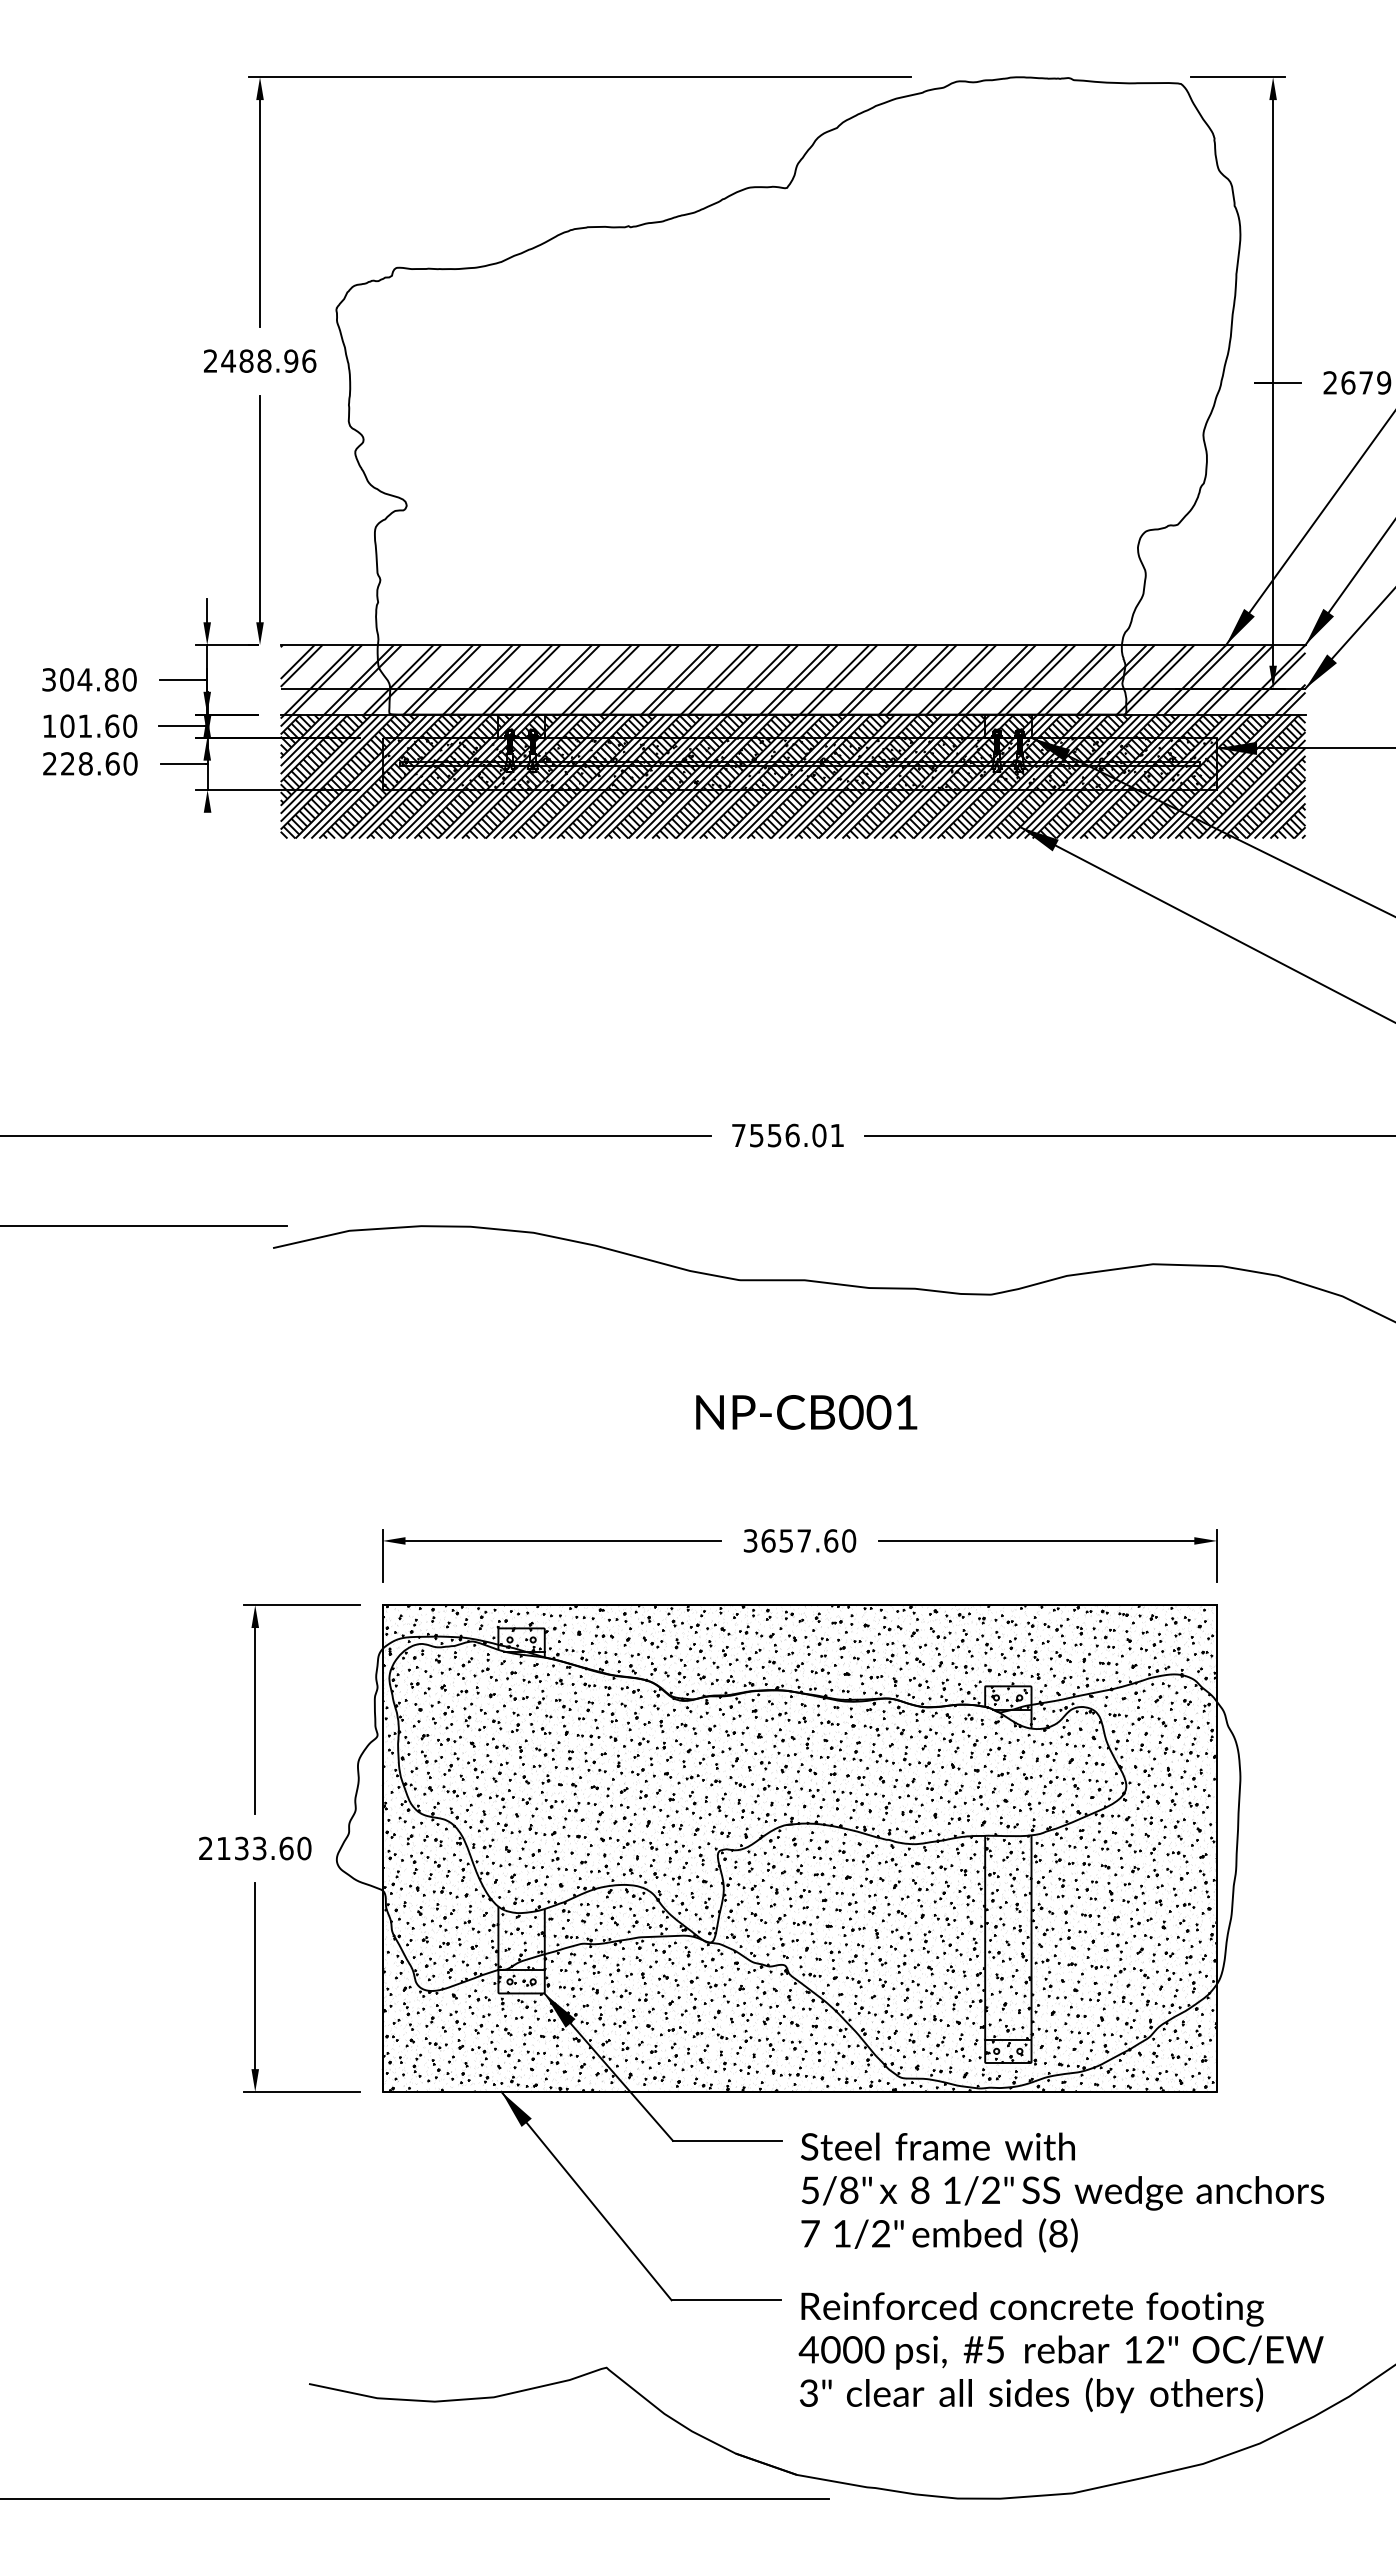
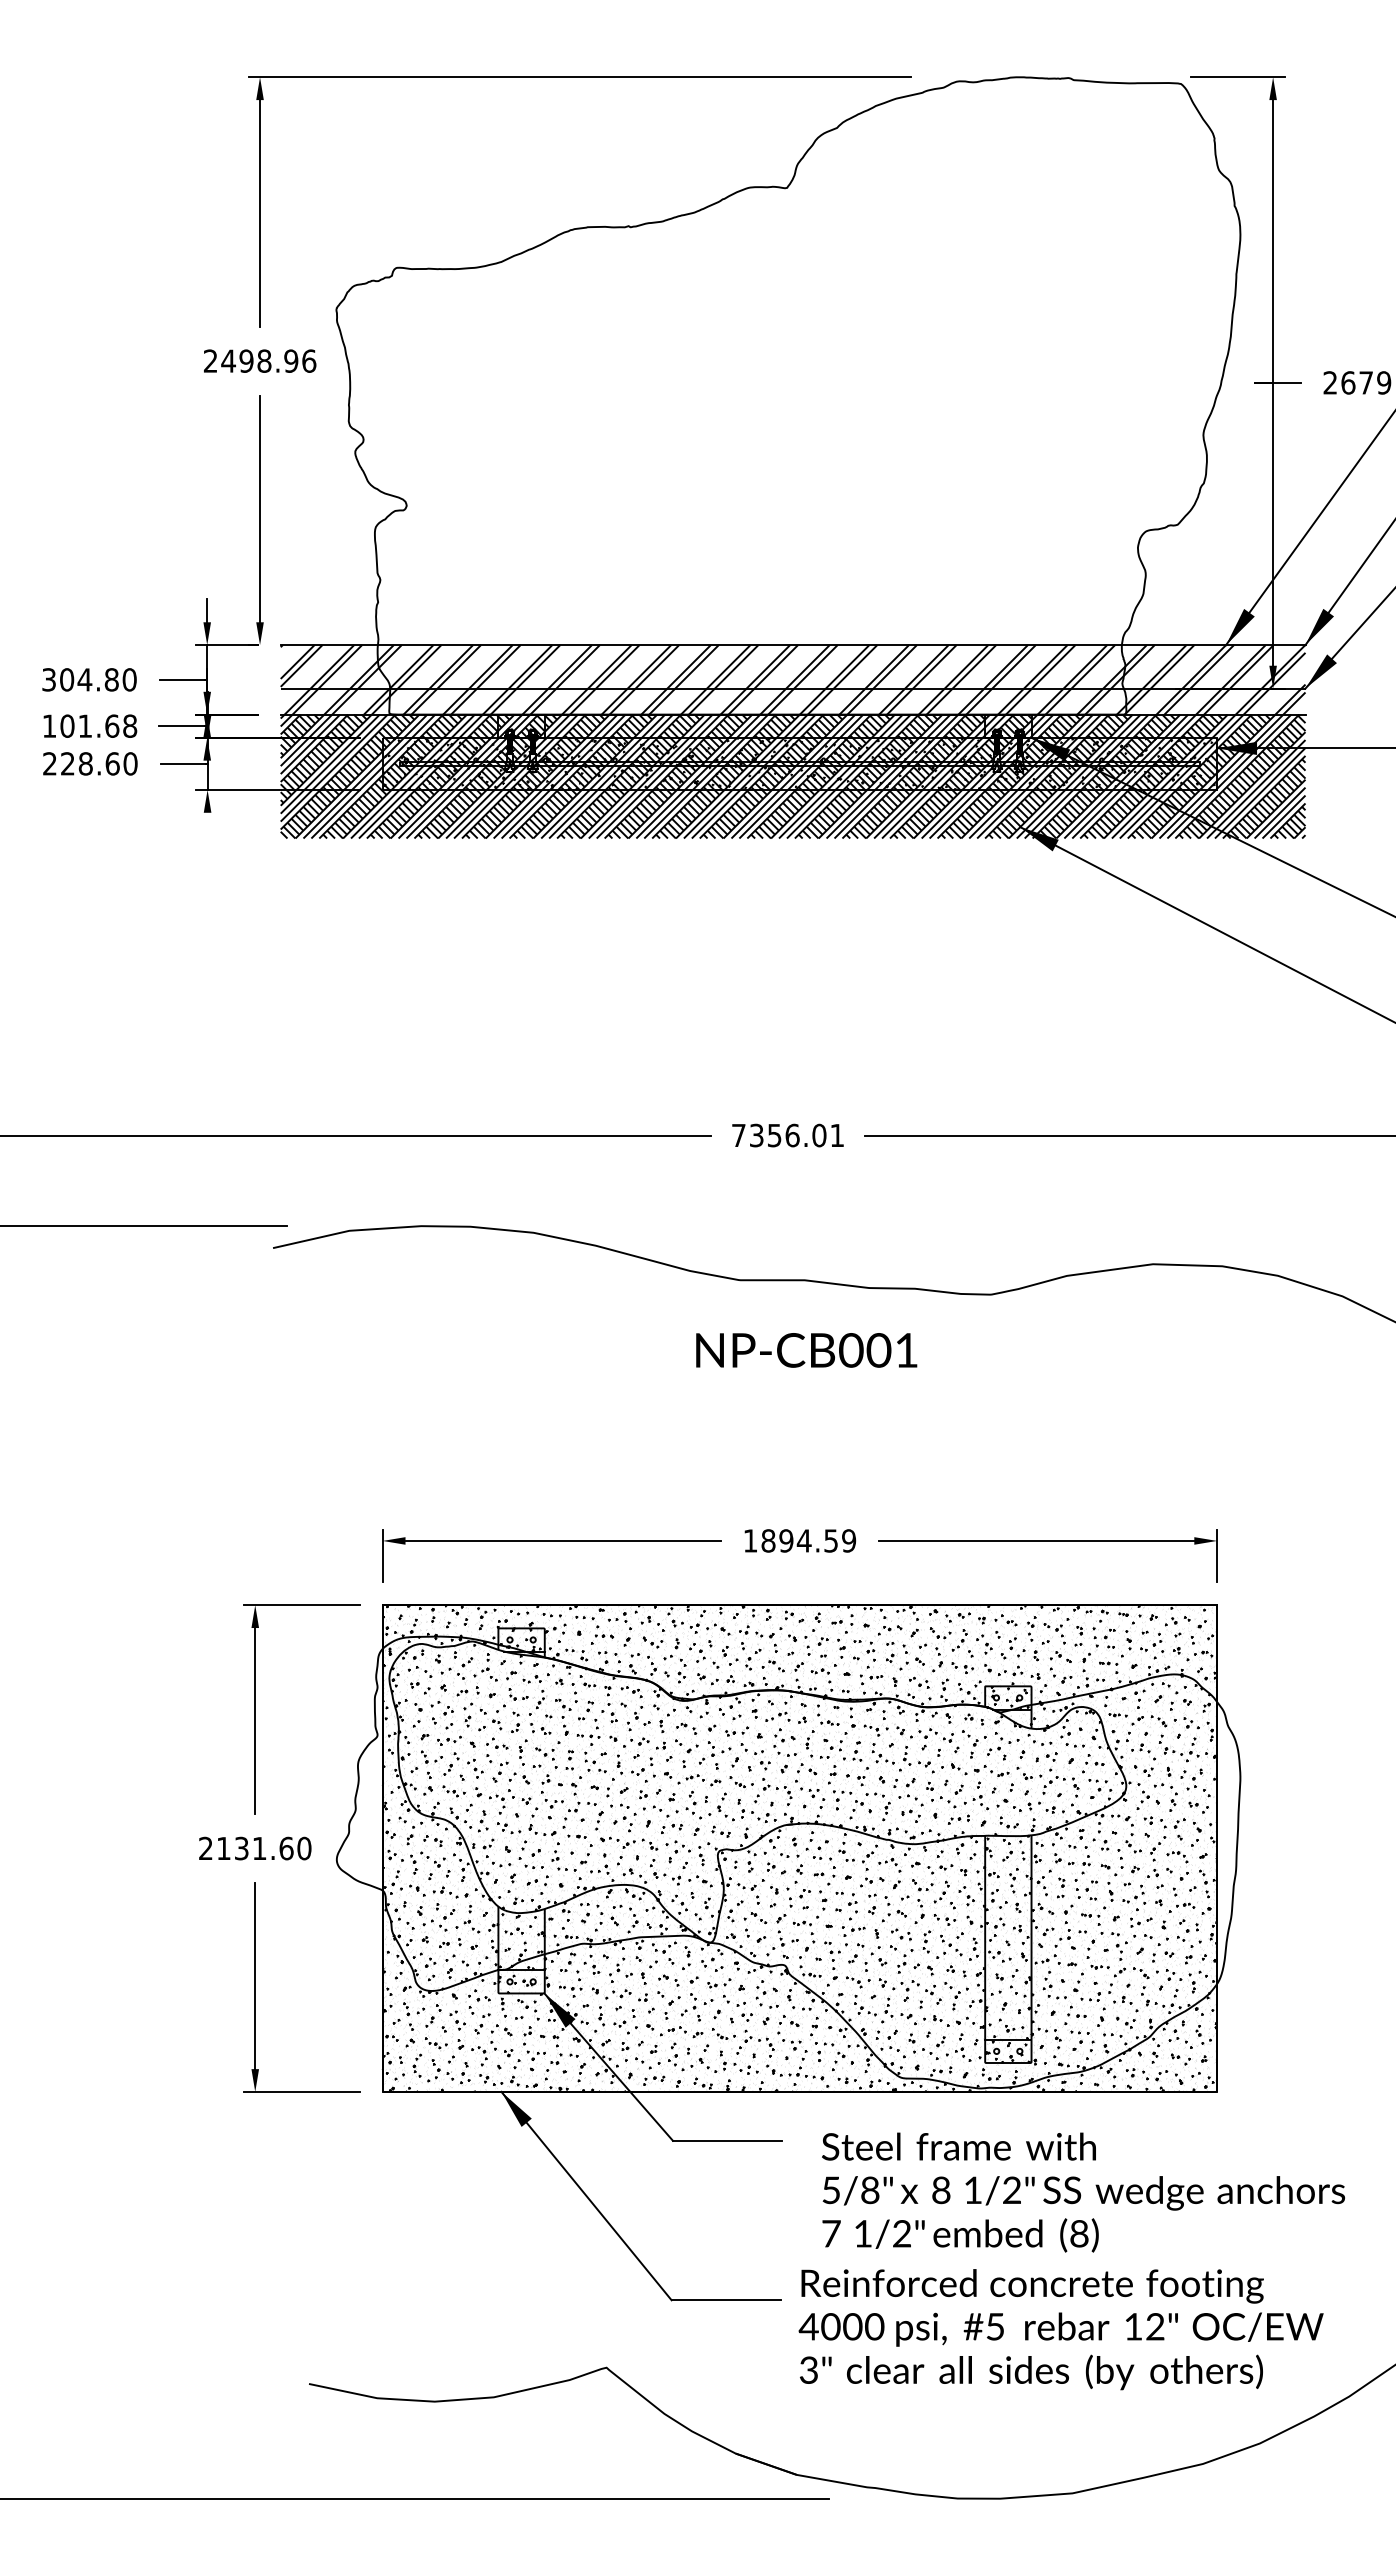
text at (246, 360): 2488.96 -> 2498.96
text at (130, 725): 101.60 -> 101.68
text at (756, 1134): 7556.01 -> 7356.01
text at (806, 1412) position: (806, 1412) -> (806, 1350)
text at (799, 1540): 3657.60 -> 1894.59
text at (259, 1848): 2133.60 -> 2131.60
text at (1062, 2192) position: (1062, 2192) -> (1083, 2192)
text at (1060, 2352) position: (1060, 2352) -> (1060, 2329)
